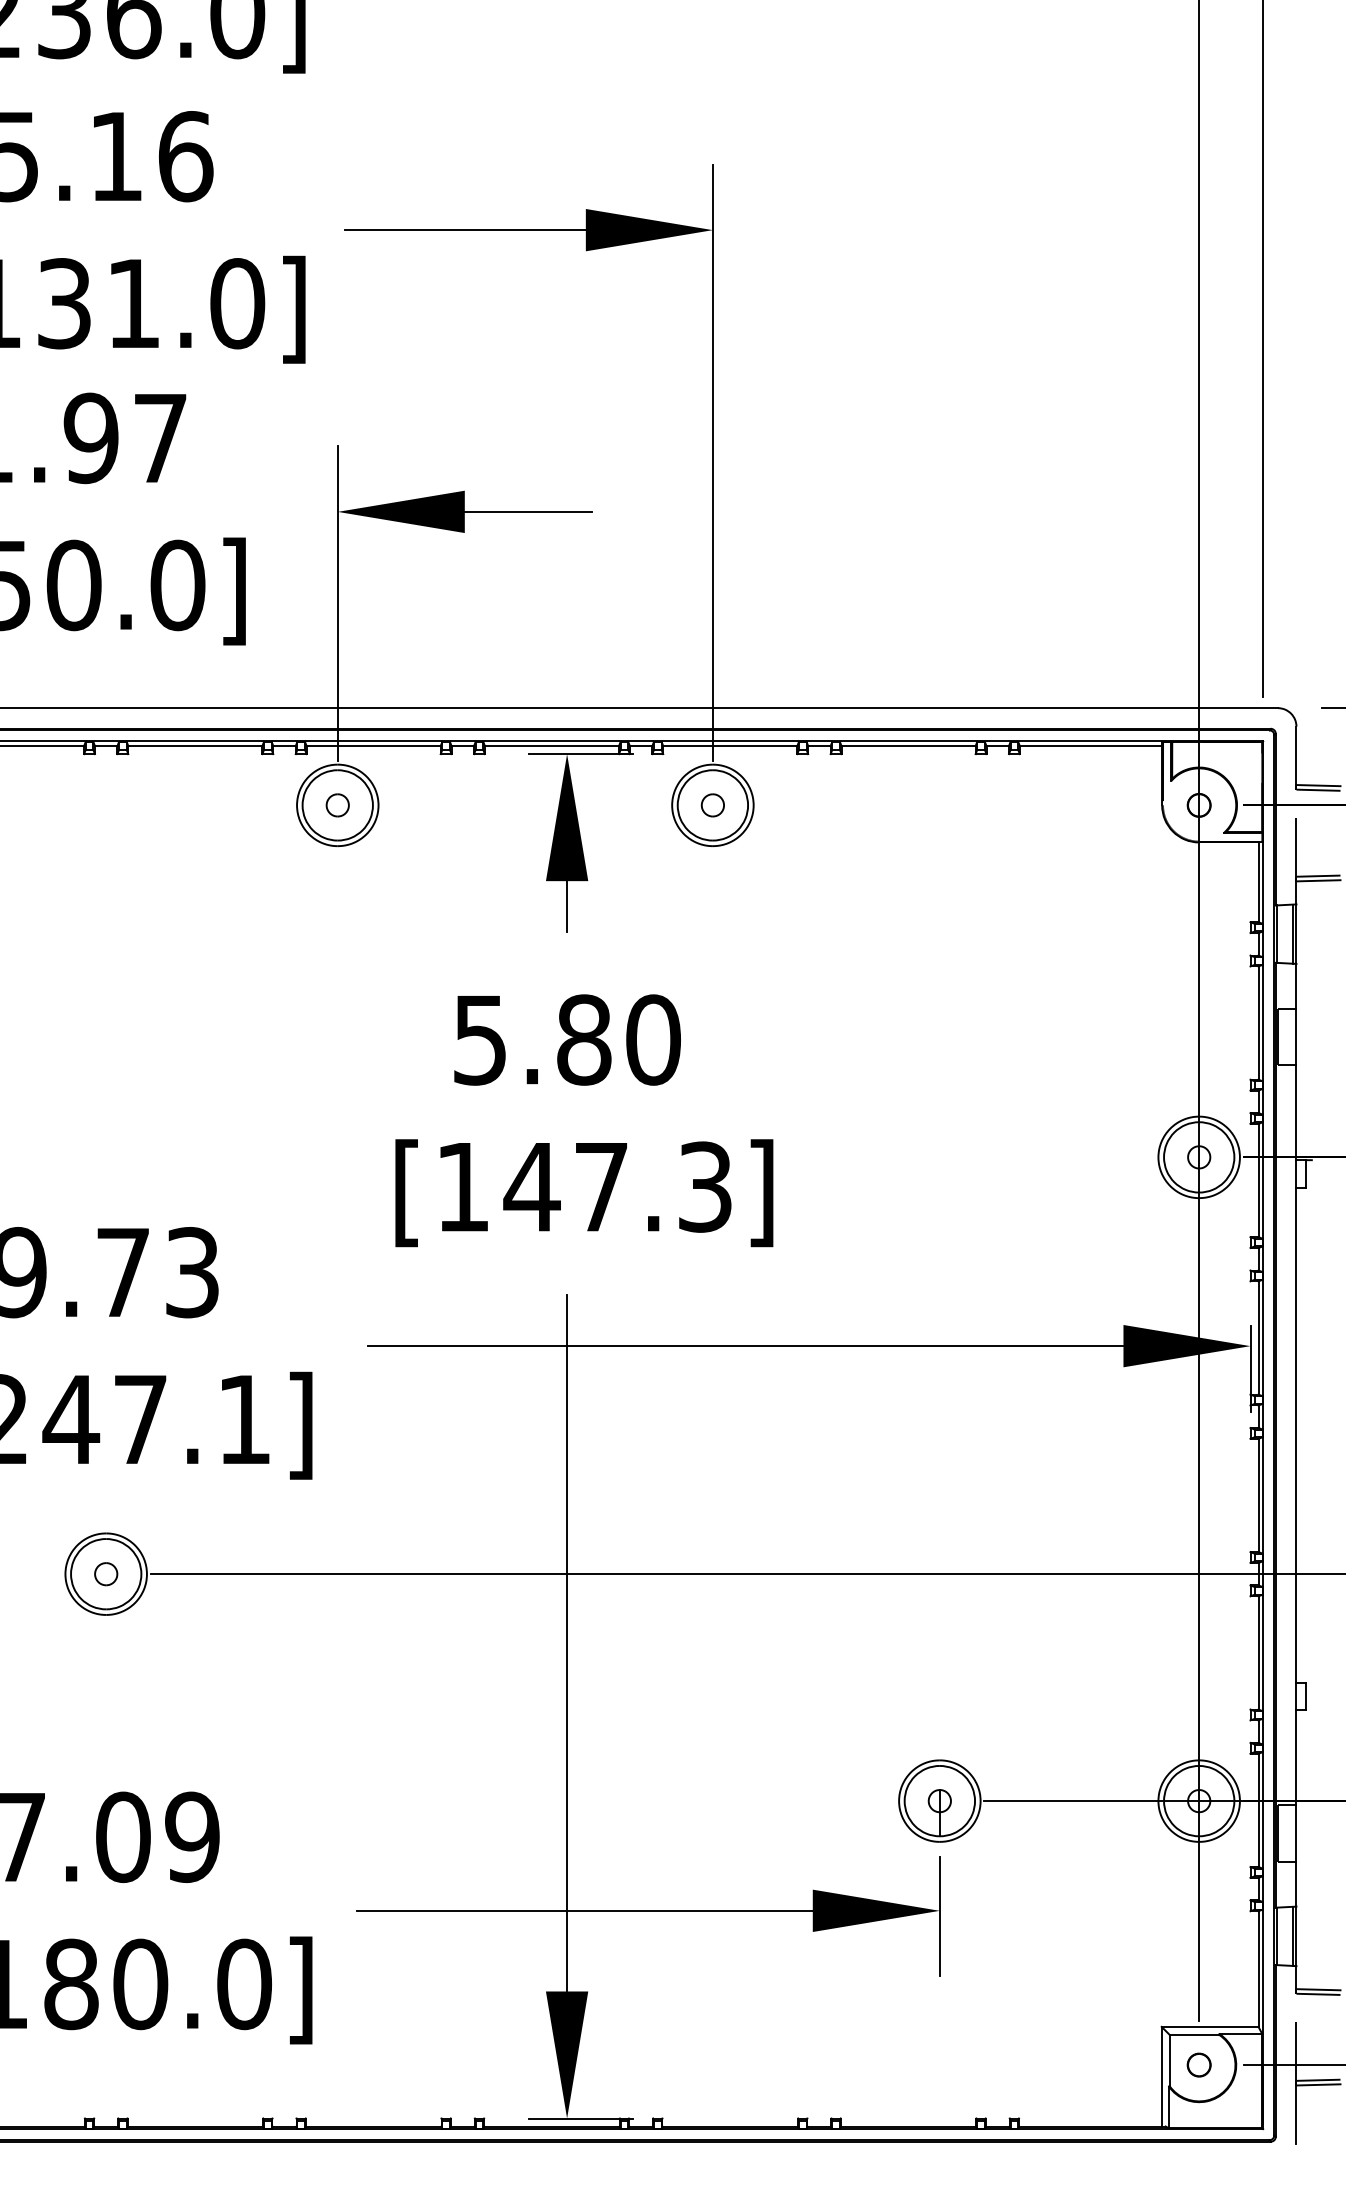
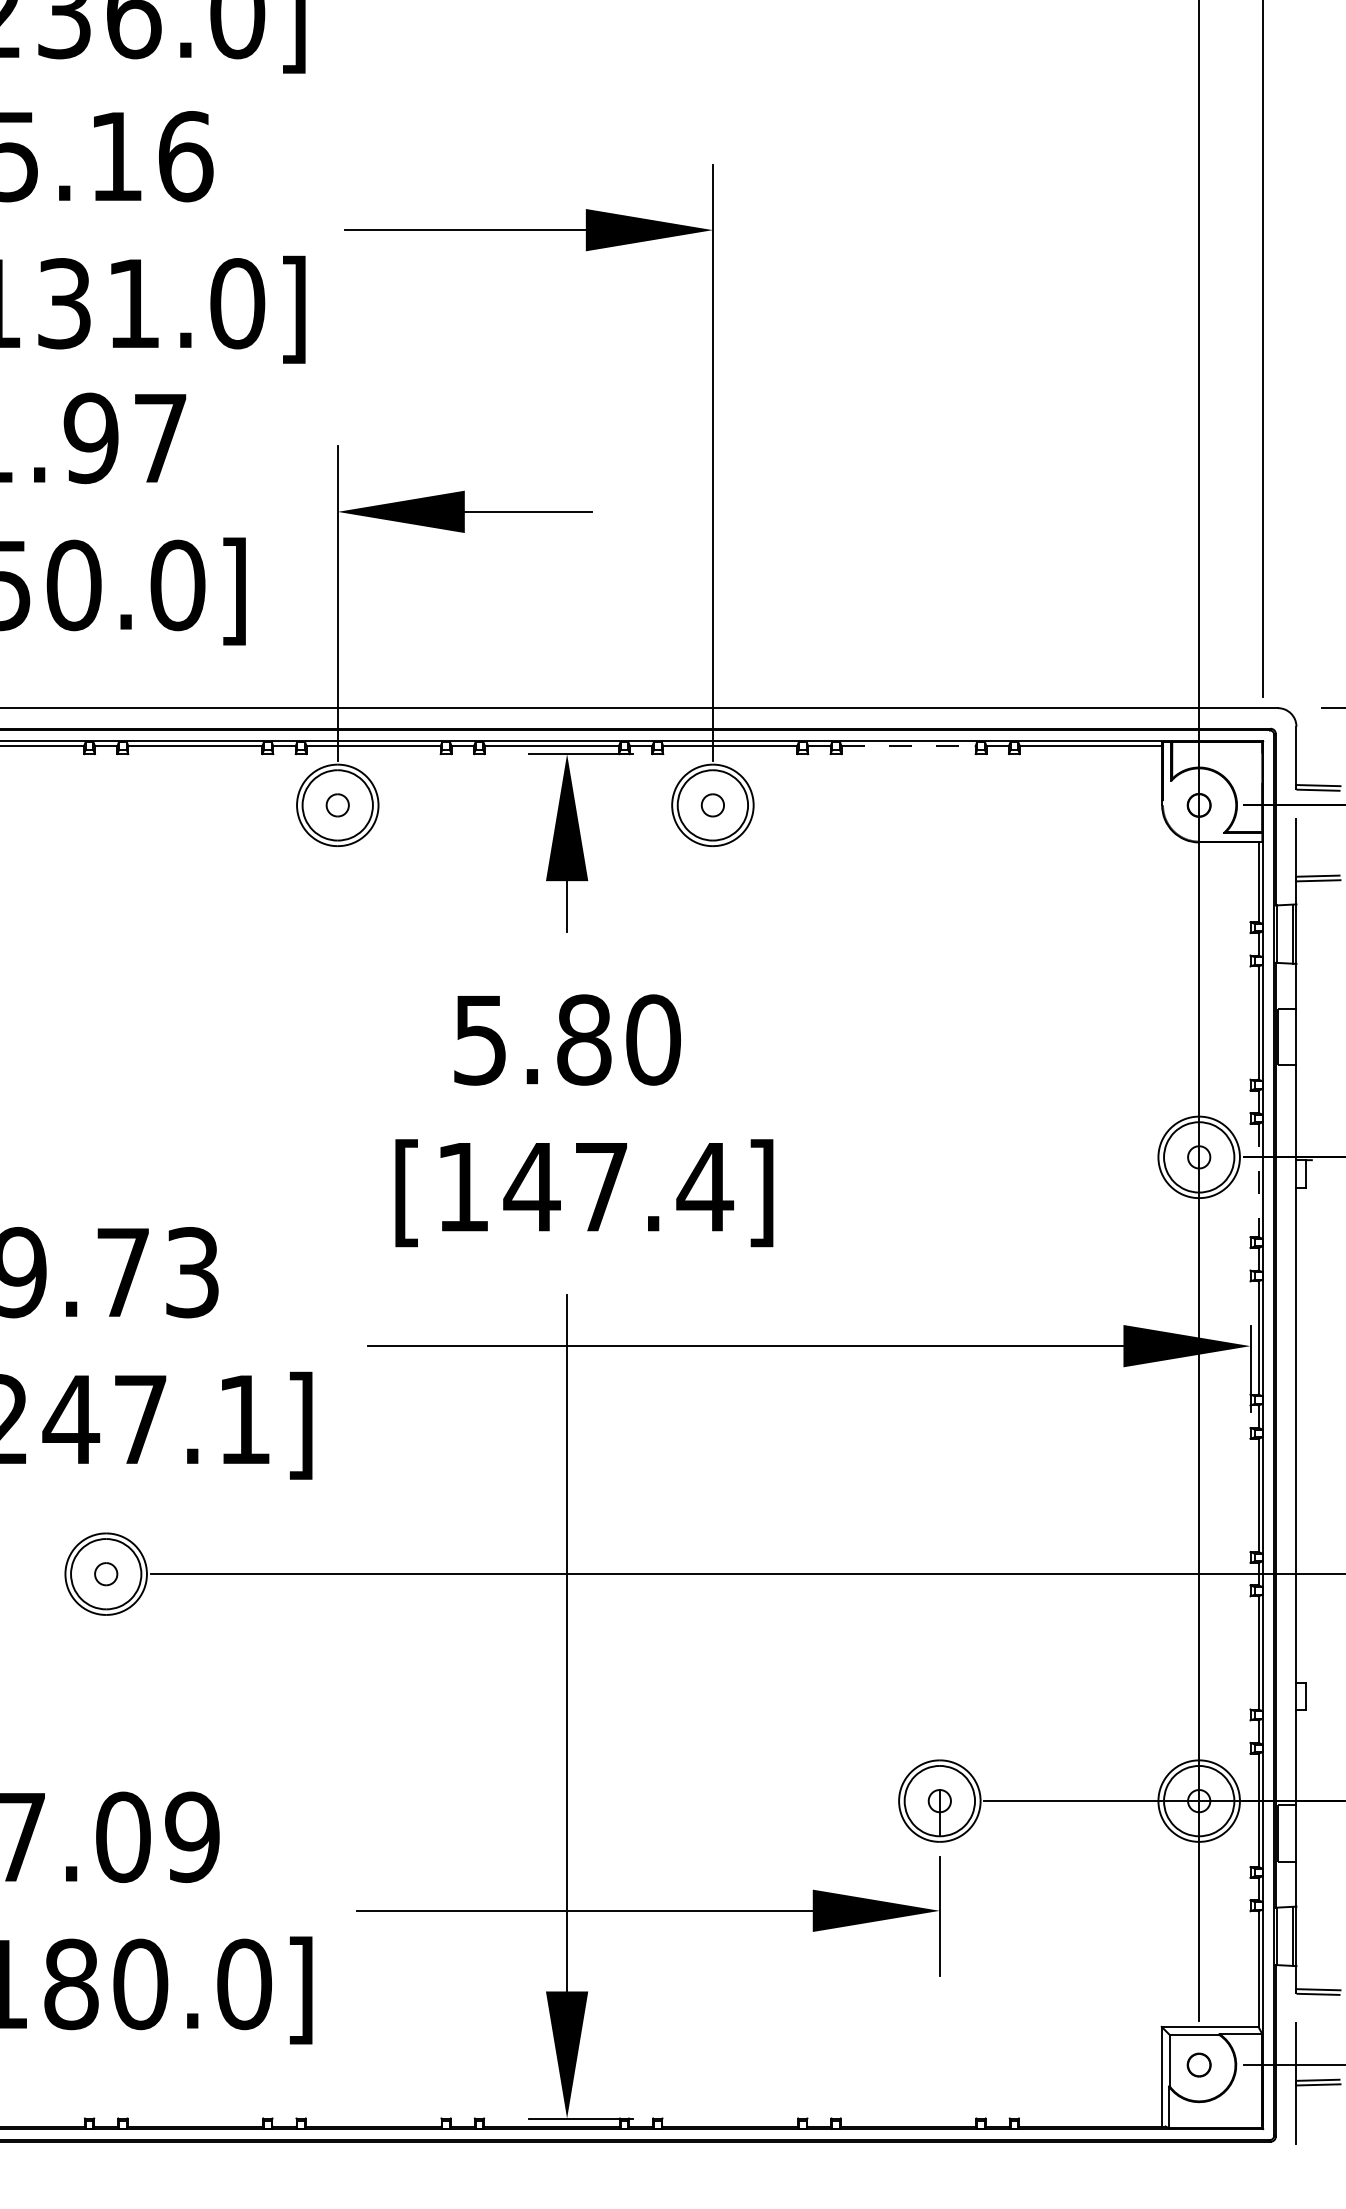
line at (909, 746): solid -> dashed
line at (1258, 1180): solid -> dashed
text at (705, 1186): [147.3] -> [147.4]
